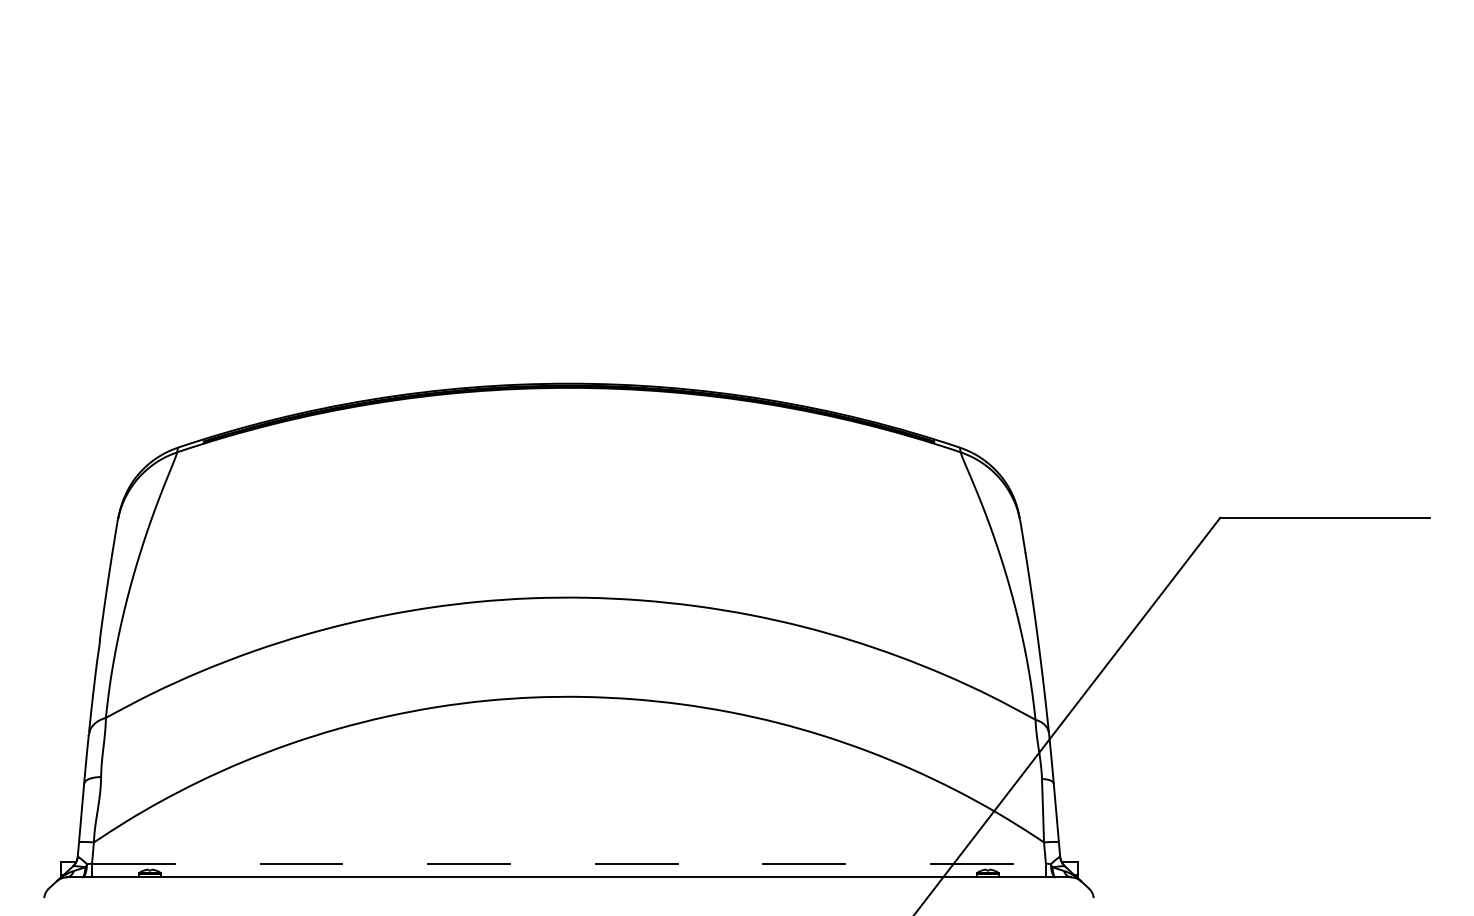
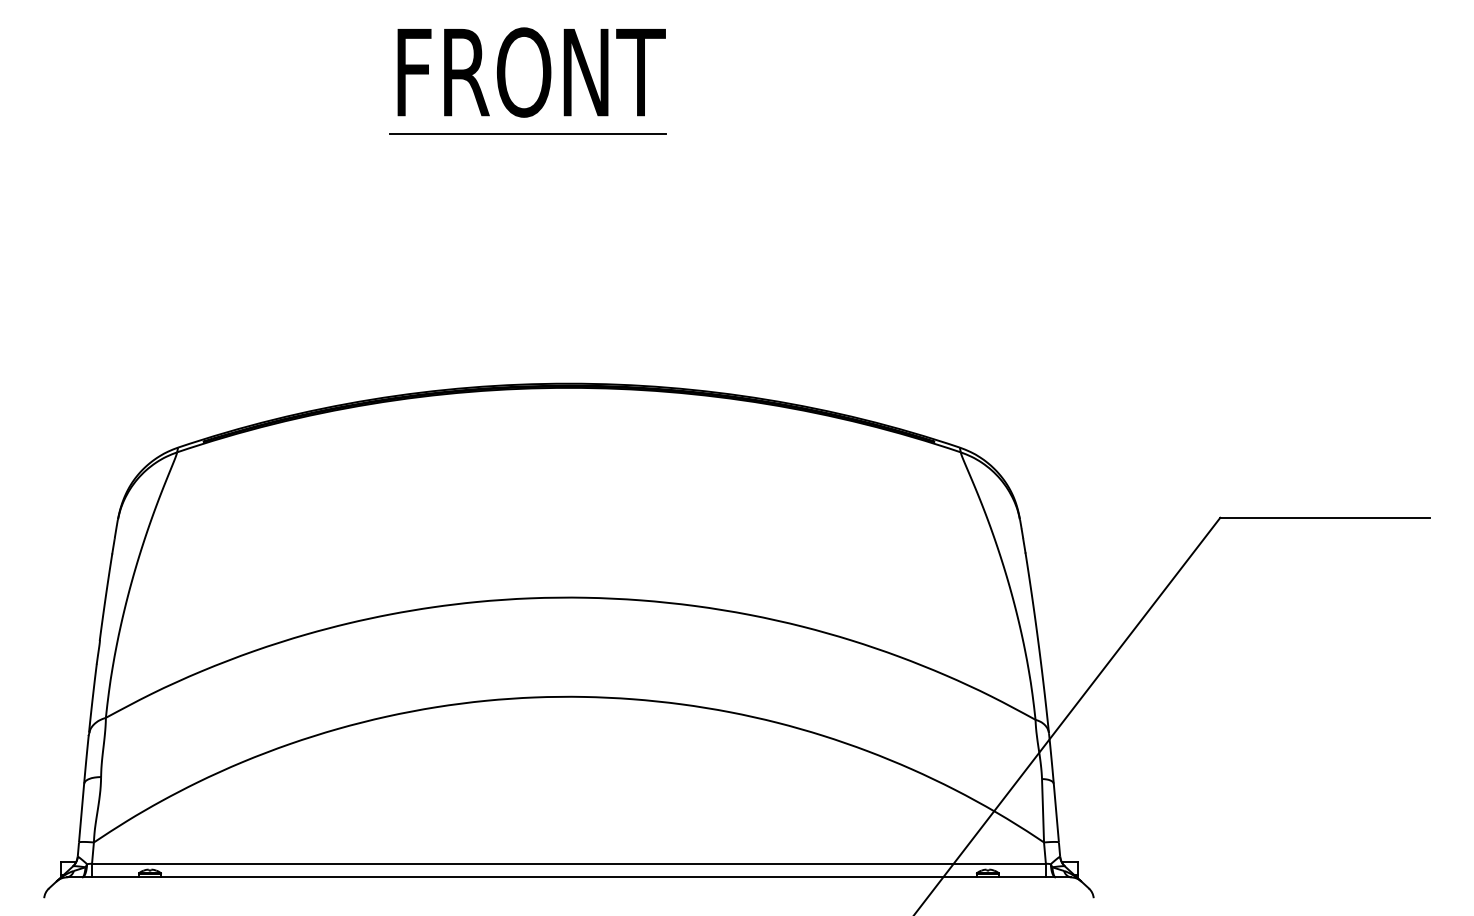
part at (527, 80): none -> present
line at (568, 863): dashed -> solid
